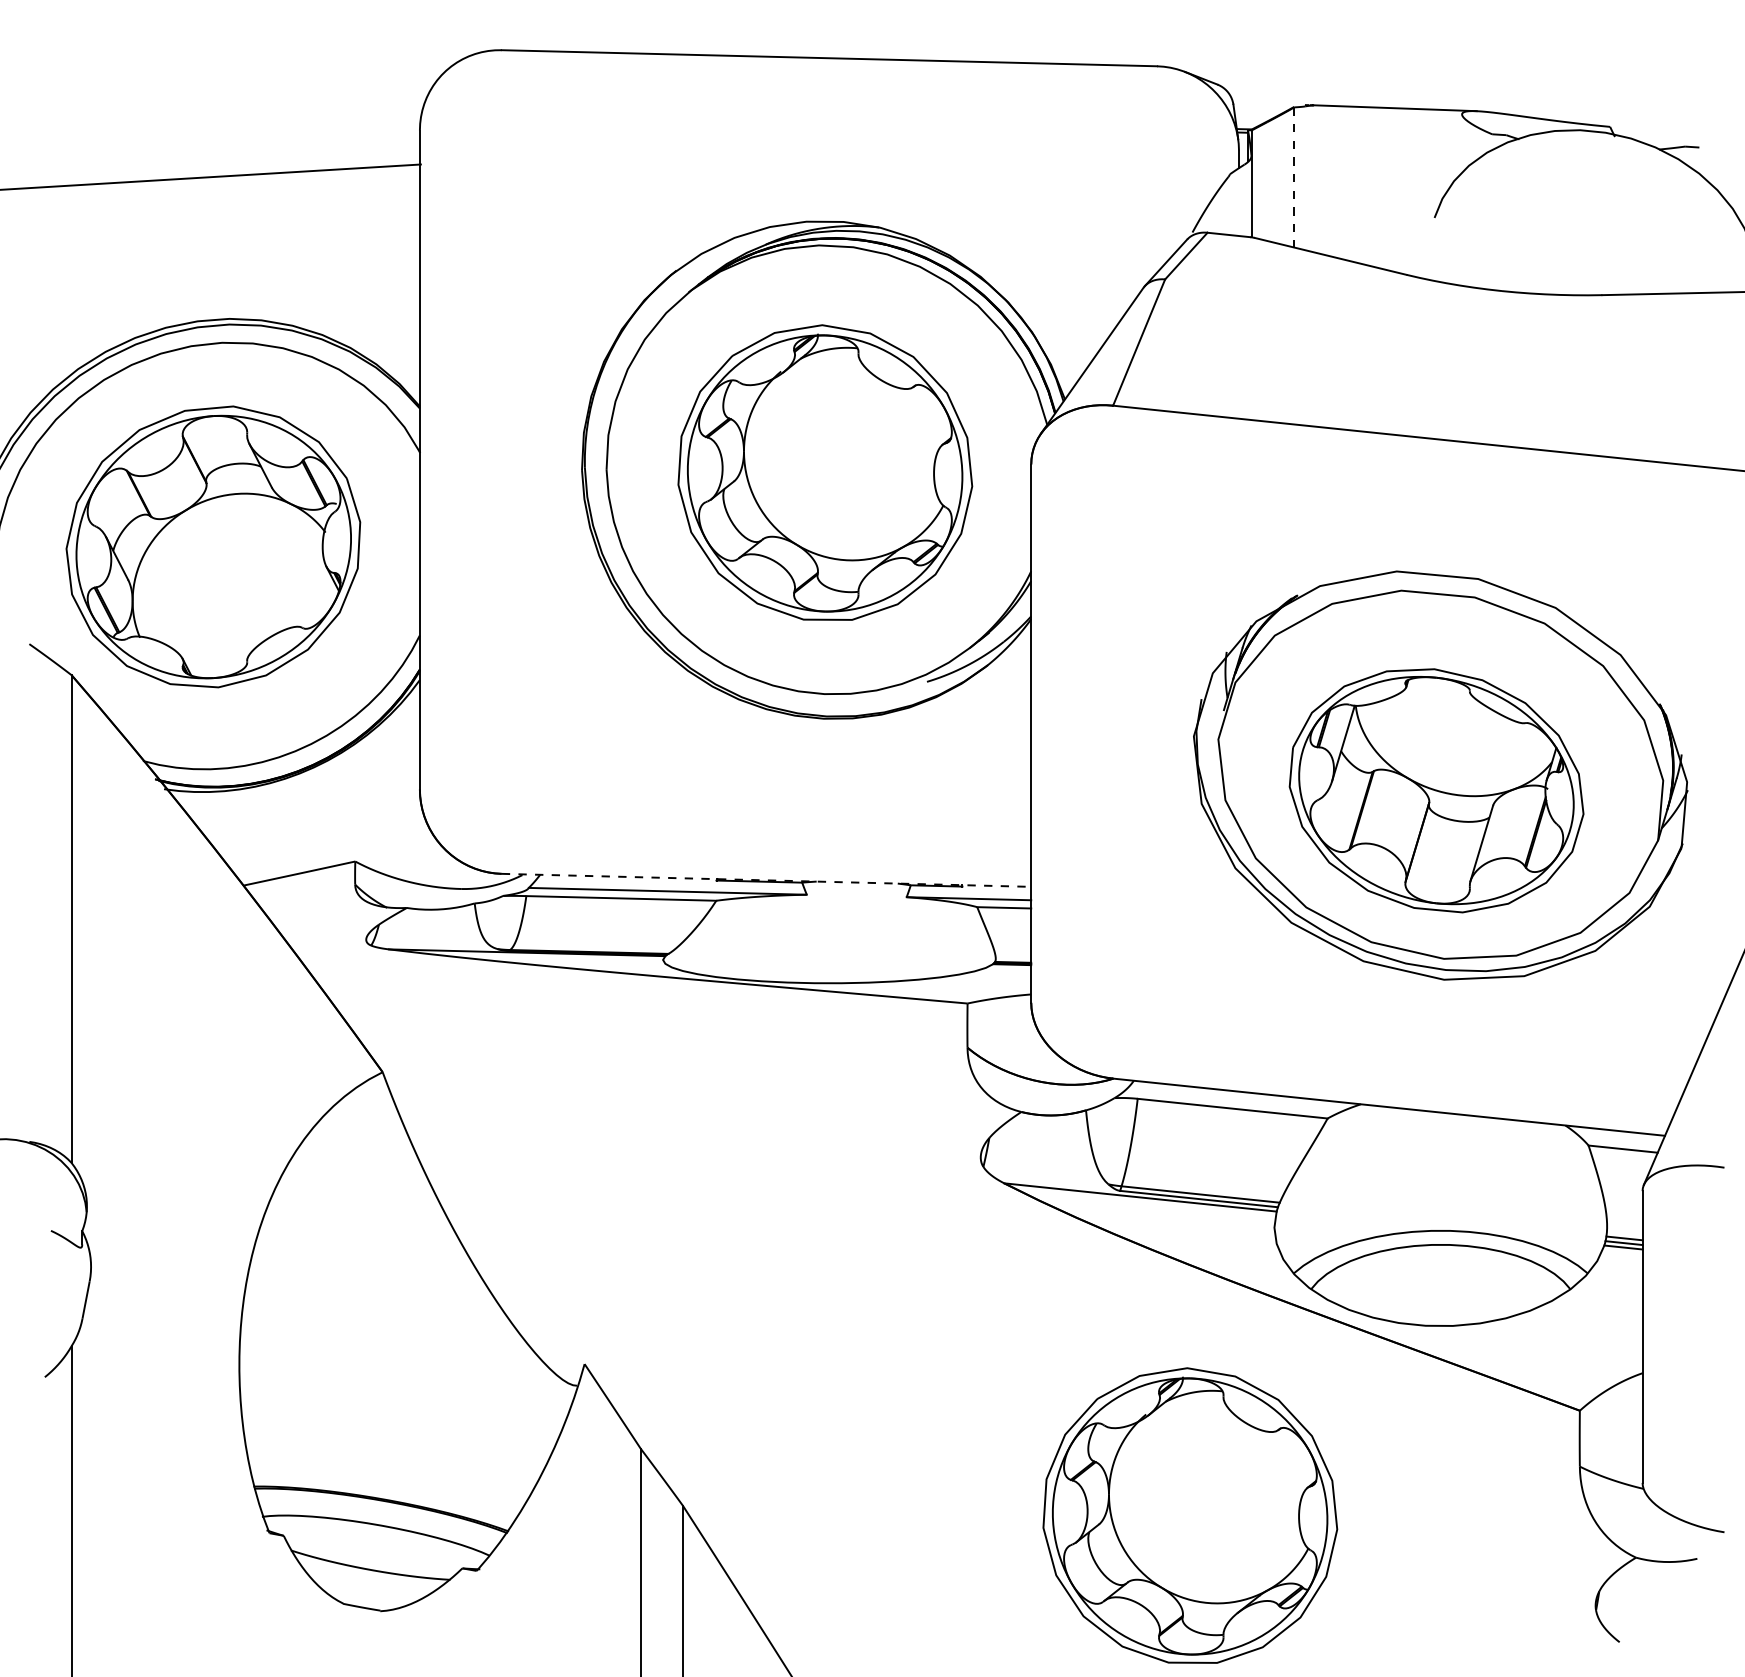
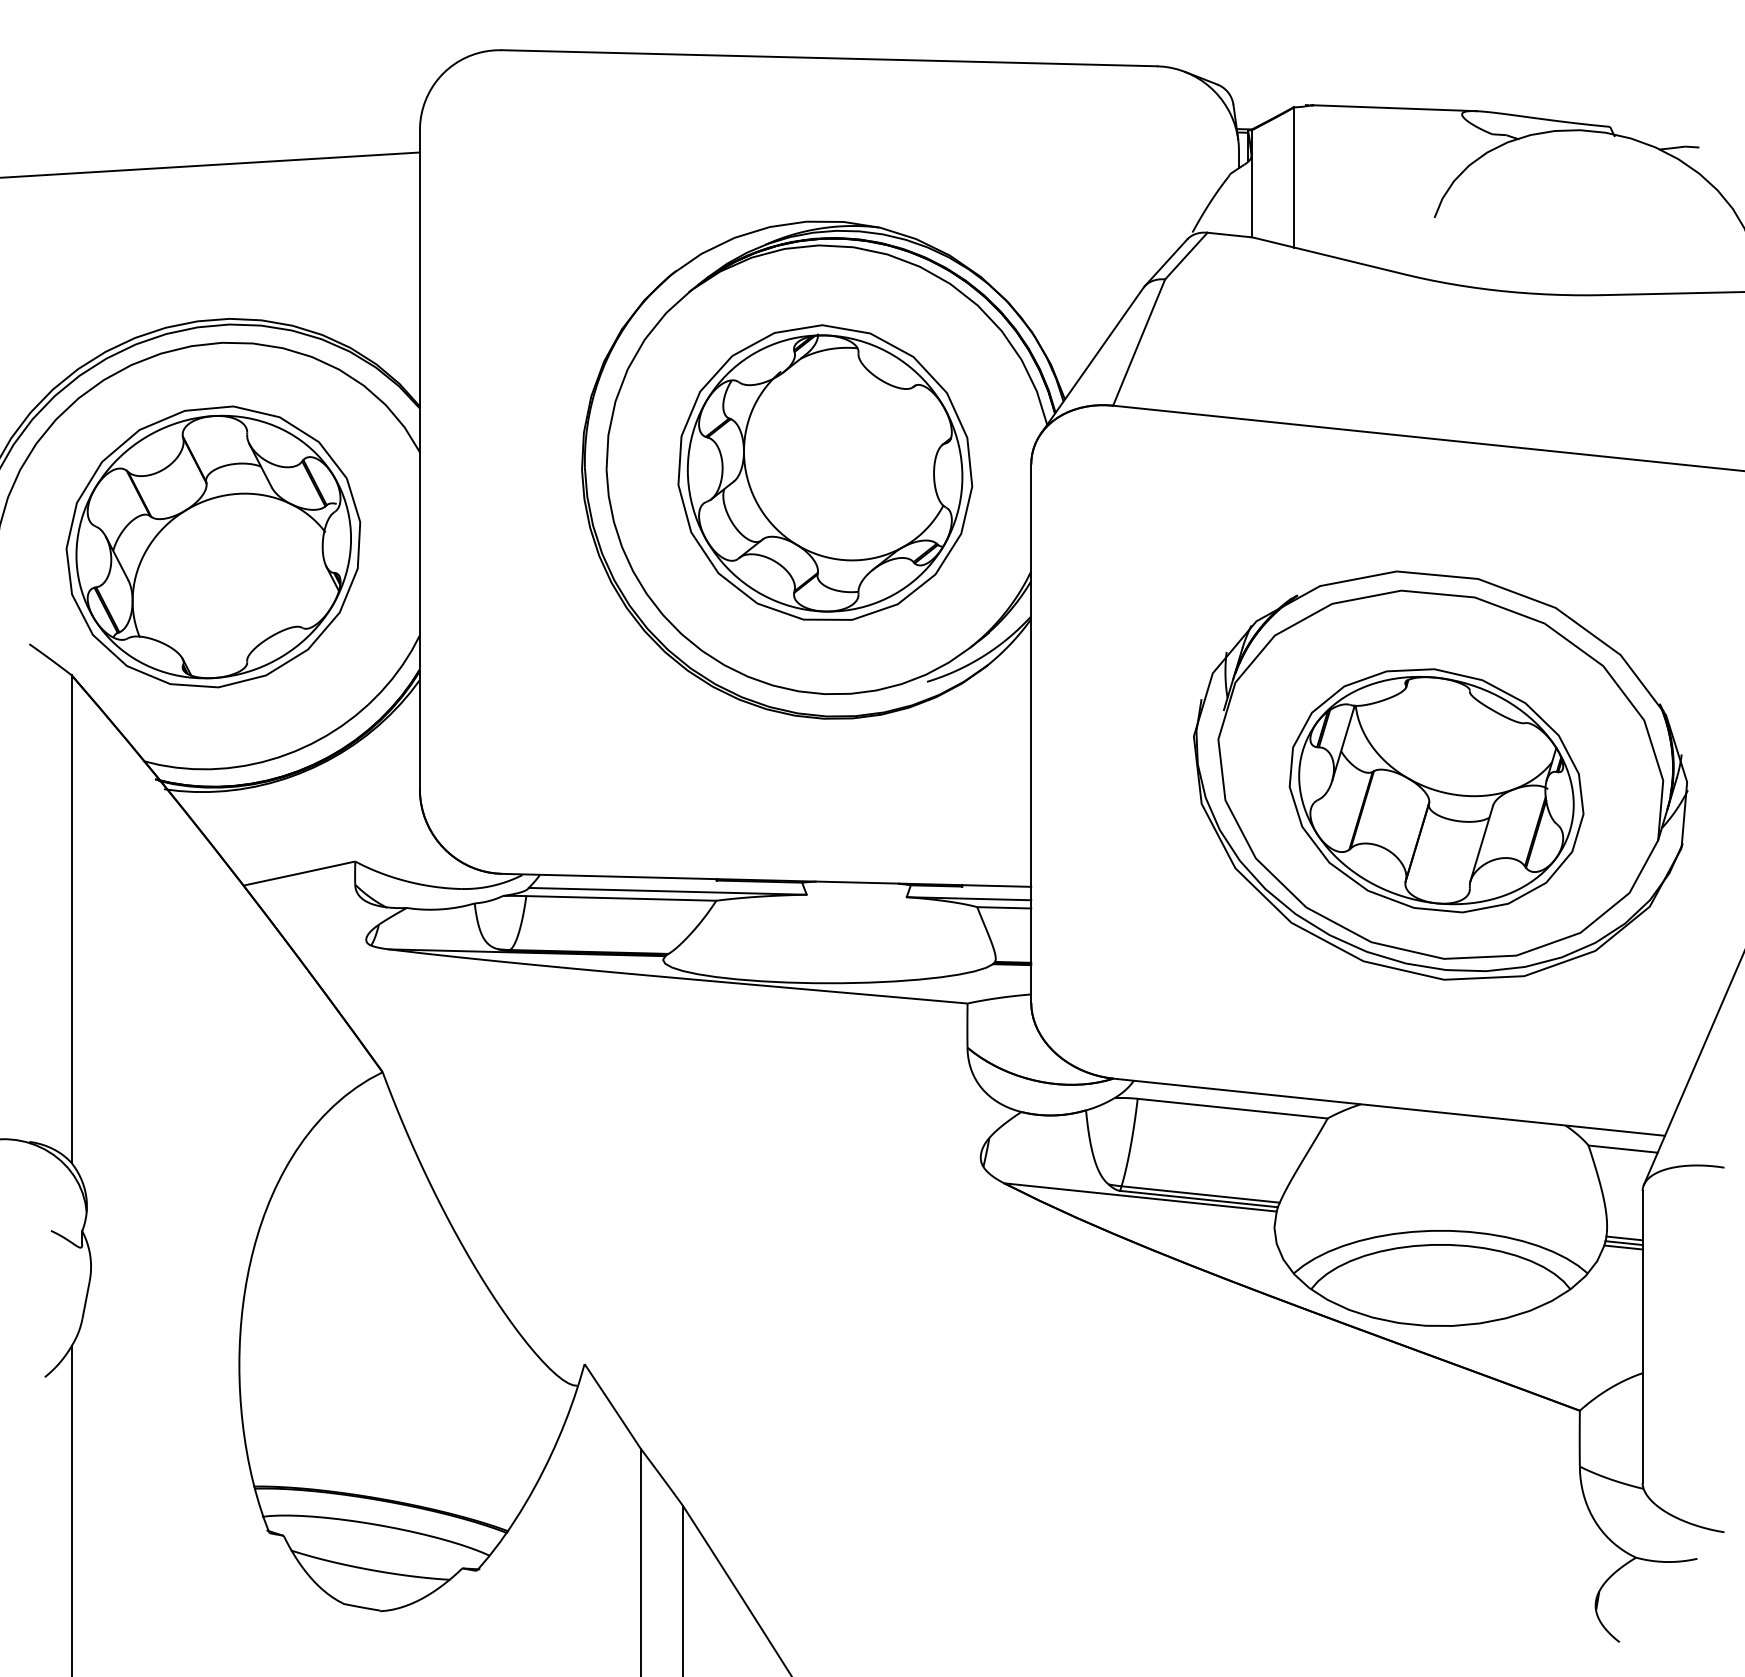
line at (211, 176) position: (211, 176) -> (210, 164)
line at (1294, 177): dashed -> solid
line at (766, 880): dashed -> solid
part at (1190, 1515): present -> none
